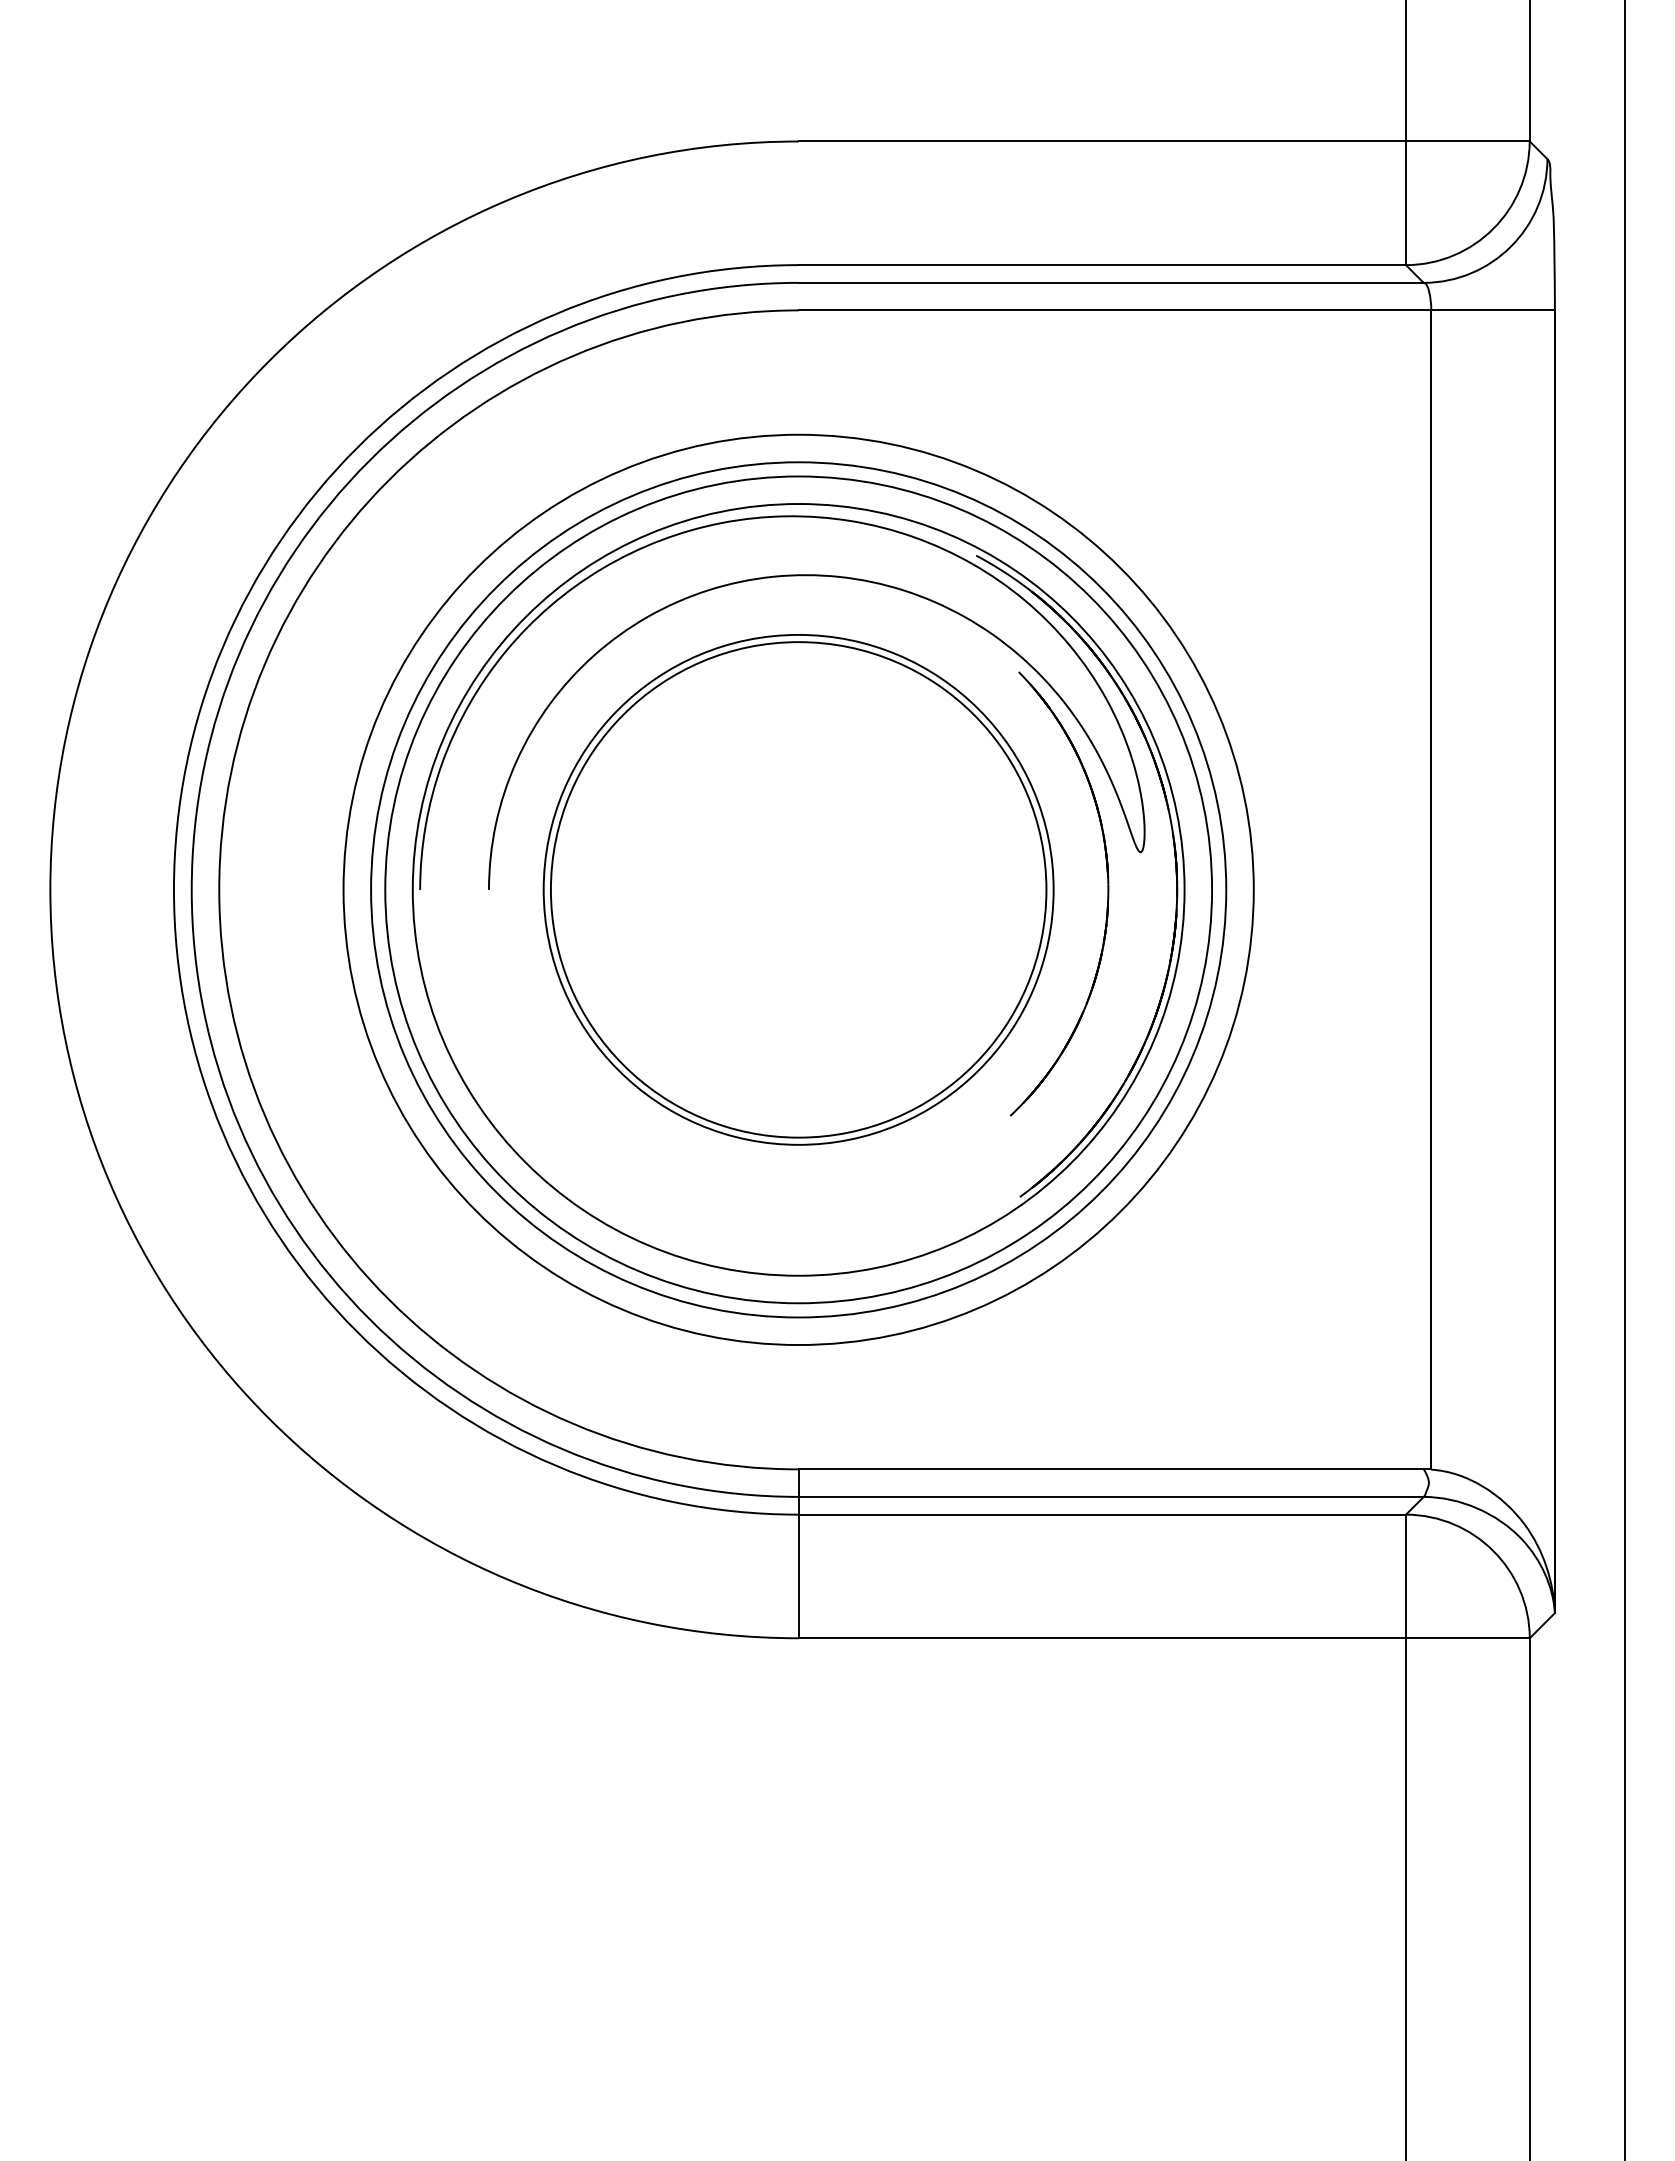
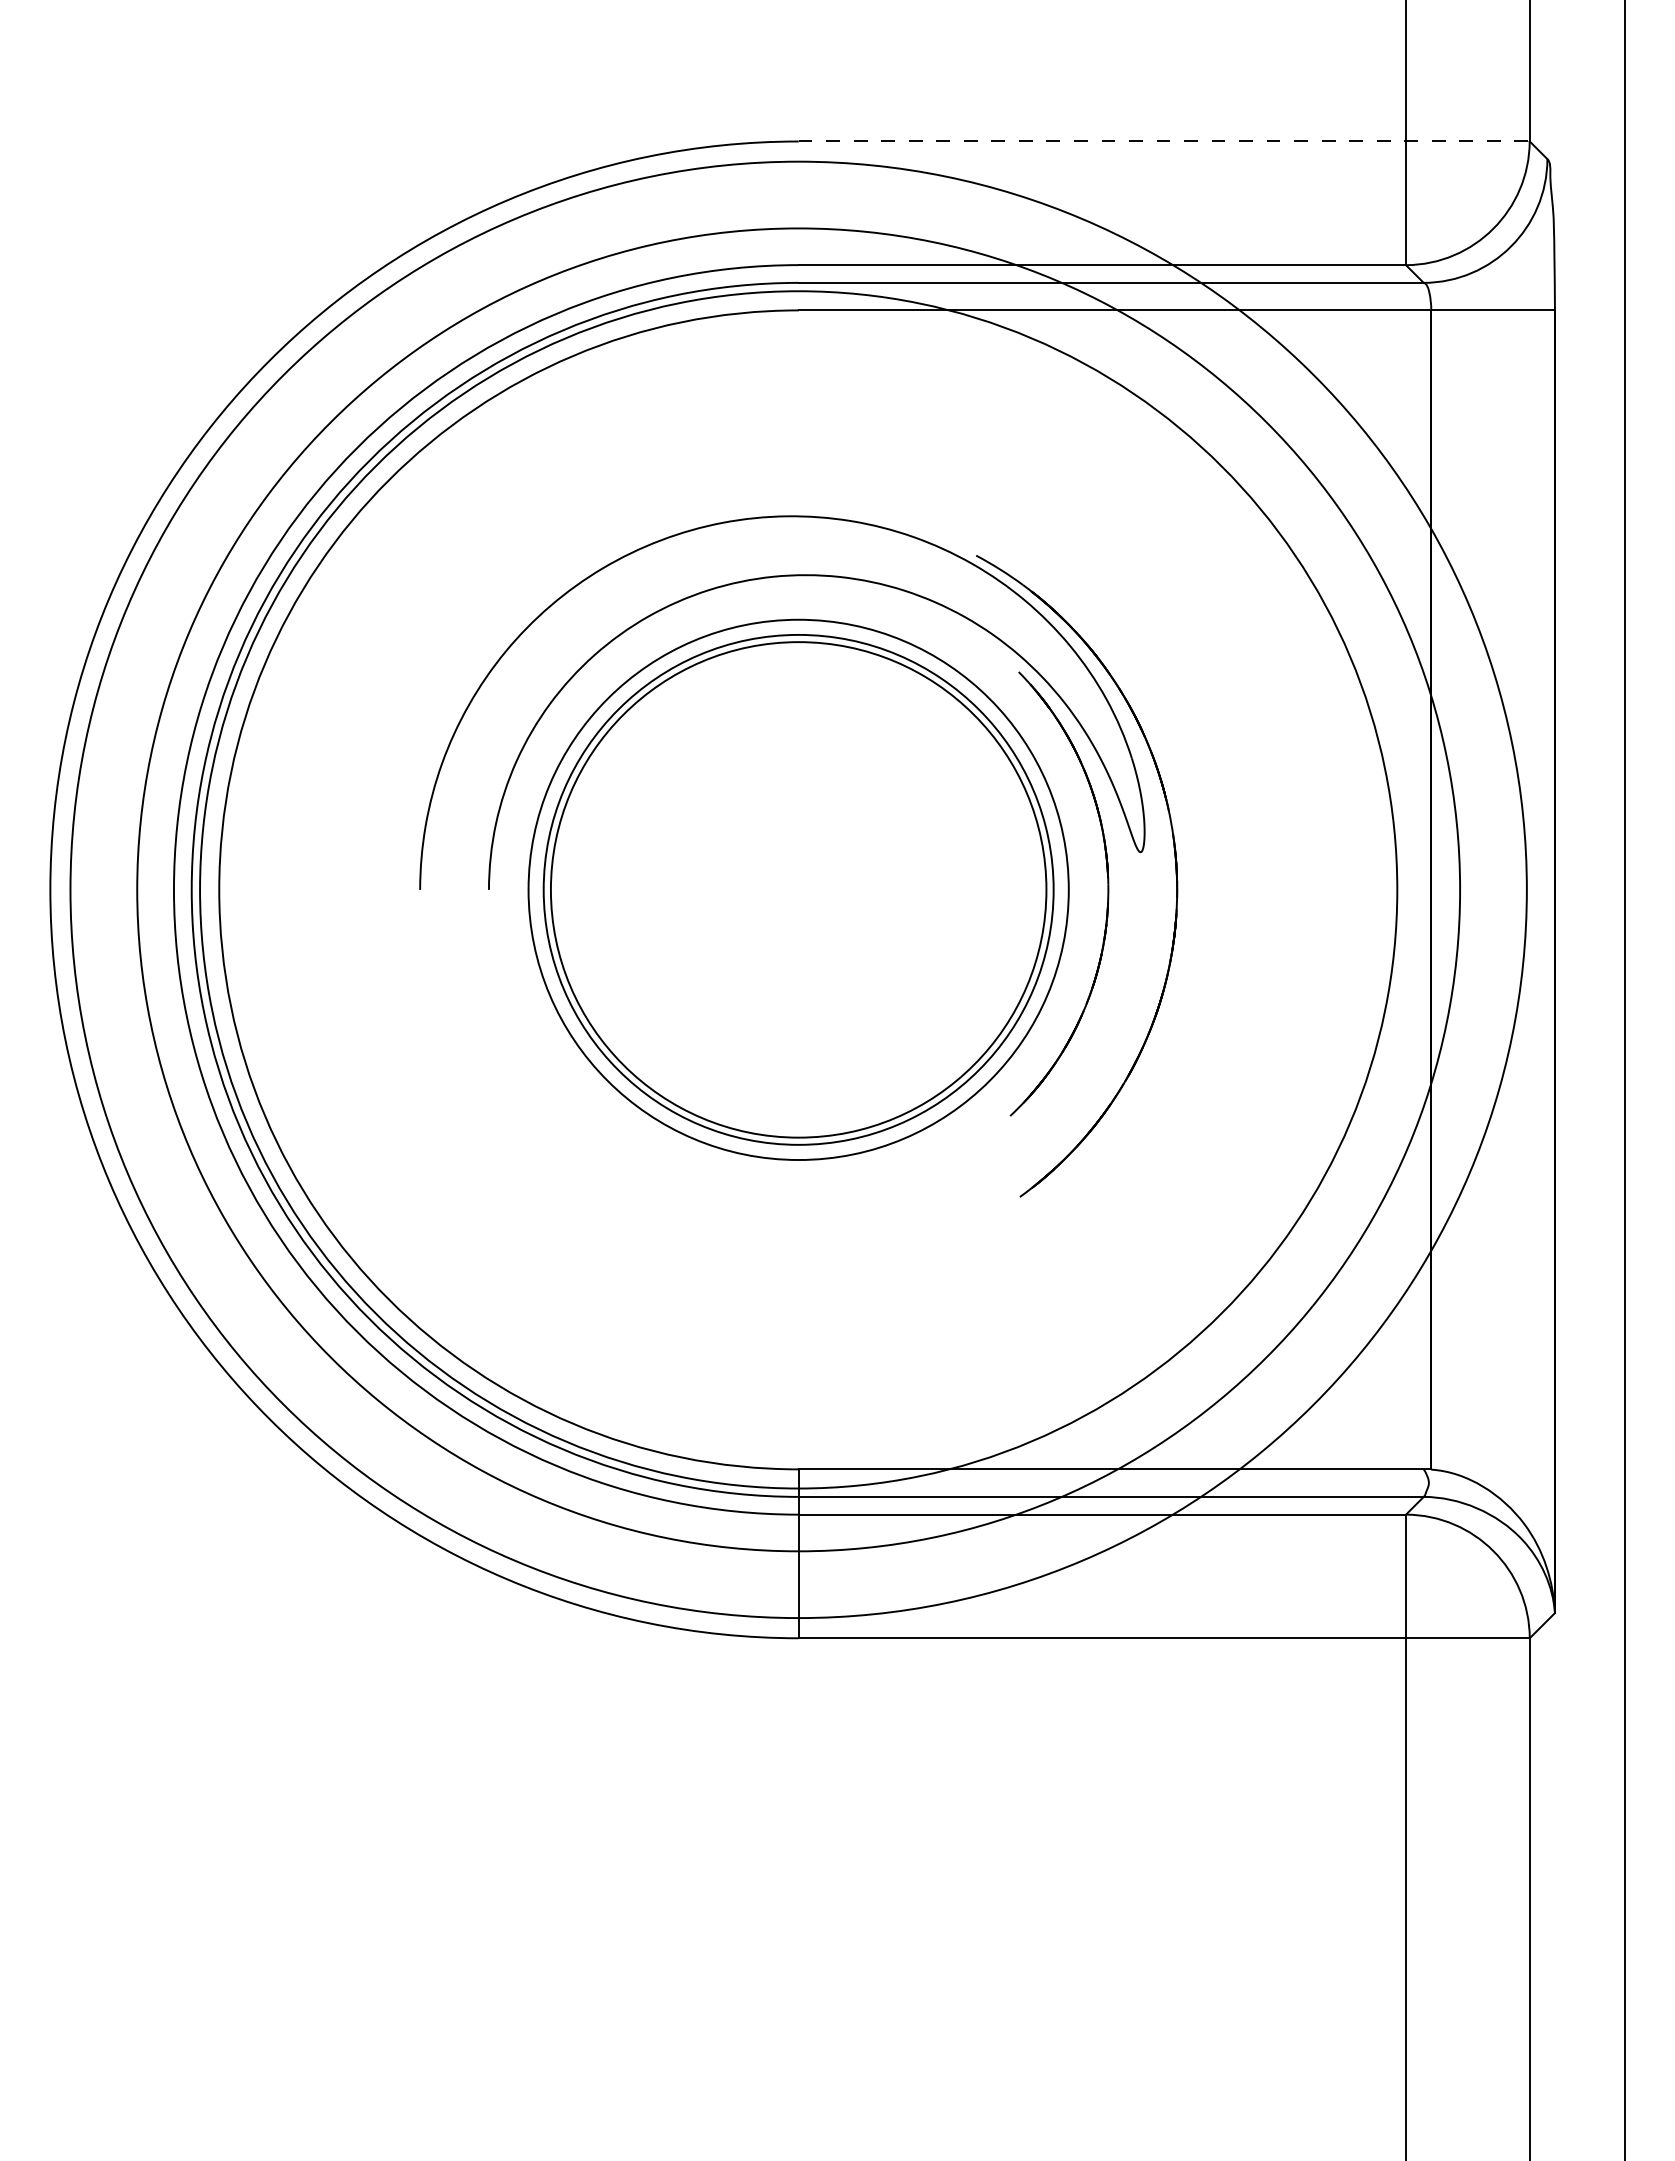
line at (1164, 141): solid -> dashed
circle at (798, 889) diameter: 772 px -> 540 px
circle at (798, 889) diameter: 827 px -> 1323 px
circle at (798, 889) diameter: 855 px -> 1197 px
circle at (798, 889) diameter: 910 px -> 1456 px
